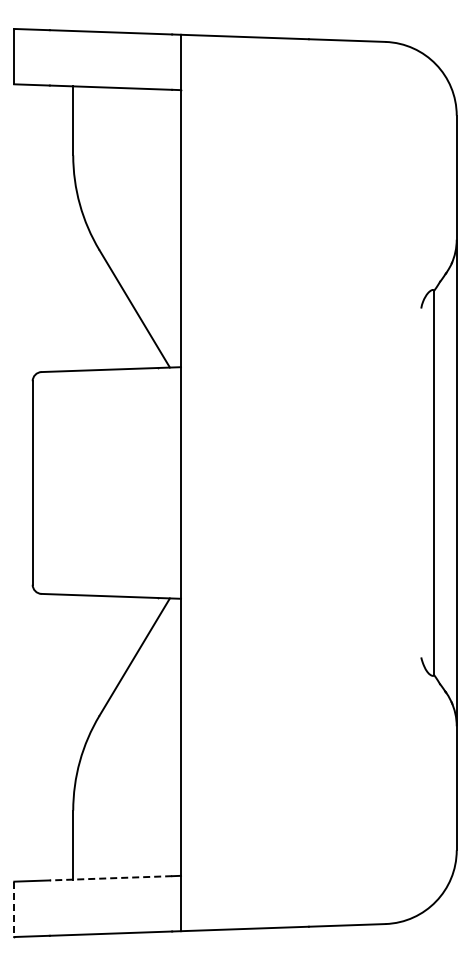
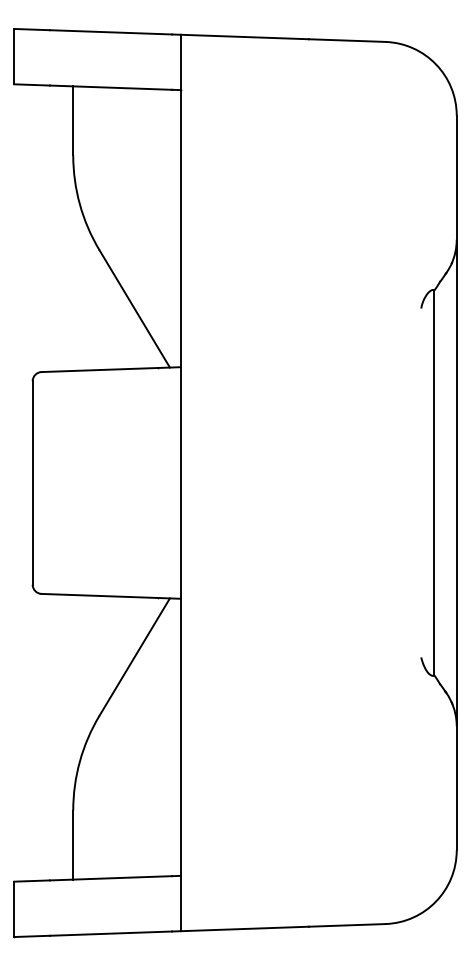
line at (110, 878): dashed -> solid
line at (14, 909): dashed -> solid
